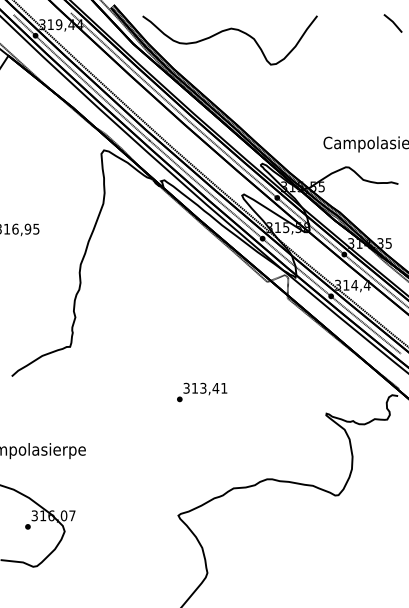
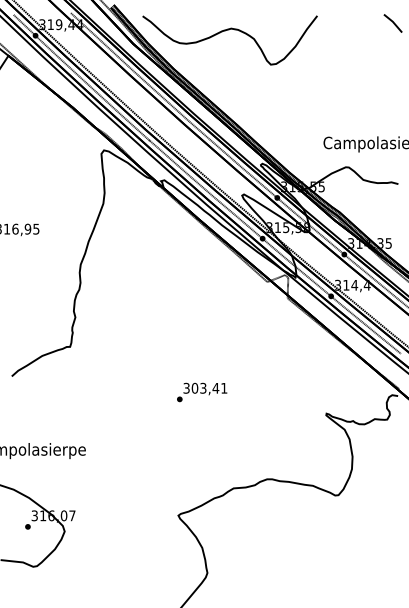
text at (194, 387): 313,41 -> 303,41
